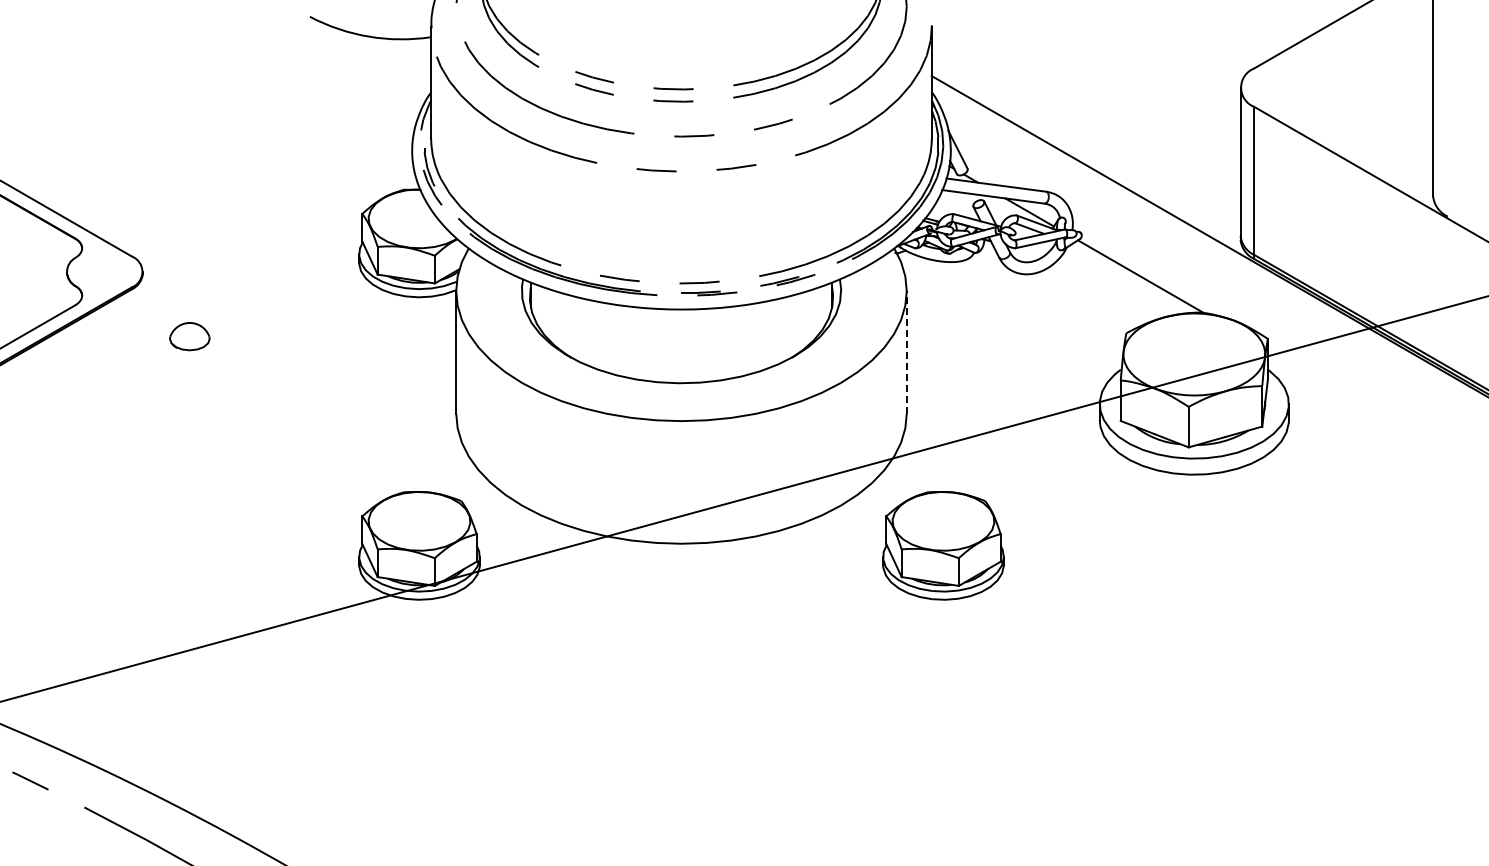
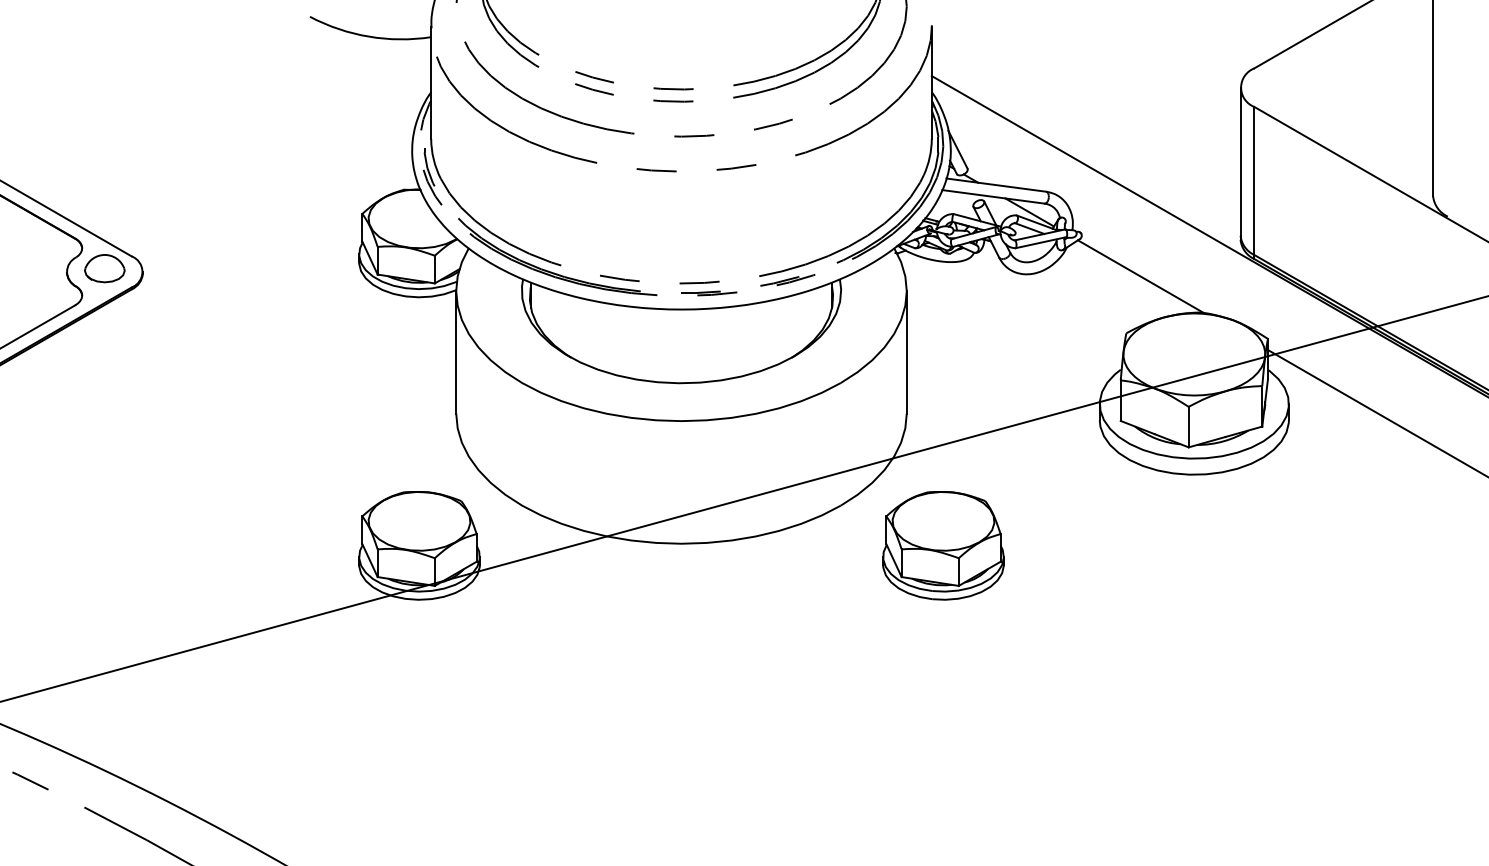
part at (189, 336) position: (189, 336) -> (104, 268)
line at (906, 351): dashed -> solid
line at (1376, 412): none -> present
